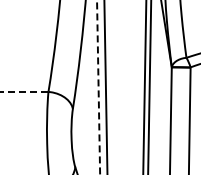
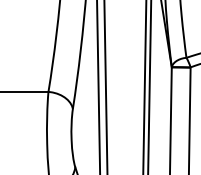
line at (98, 87): dashed -> solid
line at (24, 91): dashed -> solid
